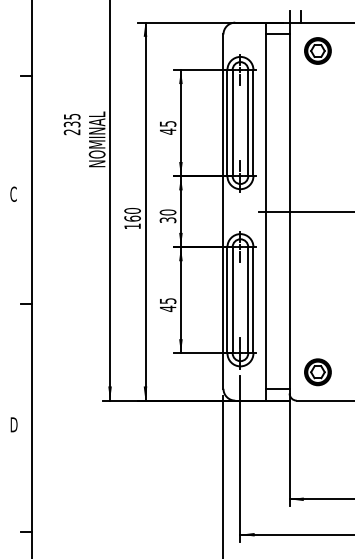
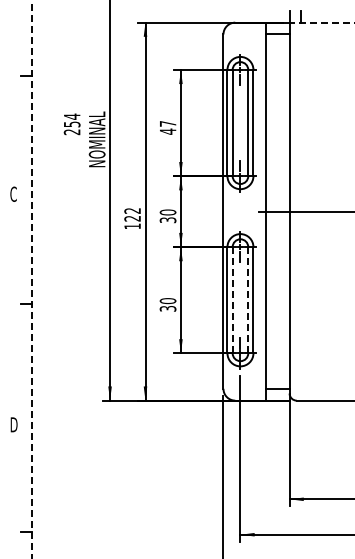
line at (321, 22): solid -> dashed
part at (317, 50): present -> none
text at (71, 120): 235 -> 254
text at (168, 123): 45 -> 47
text at (132, 214): 160 -> 122
line at (31, 279): solid -> dashed
line at (248, 299): solid -> dashed
line at (232, 300): solid -> dashed
text at (167, 305): 45 -> 30
part at (317, 372): present -> none
